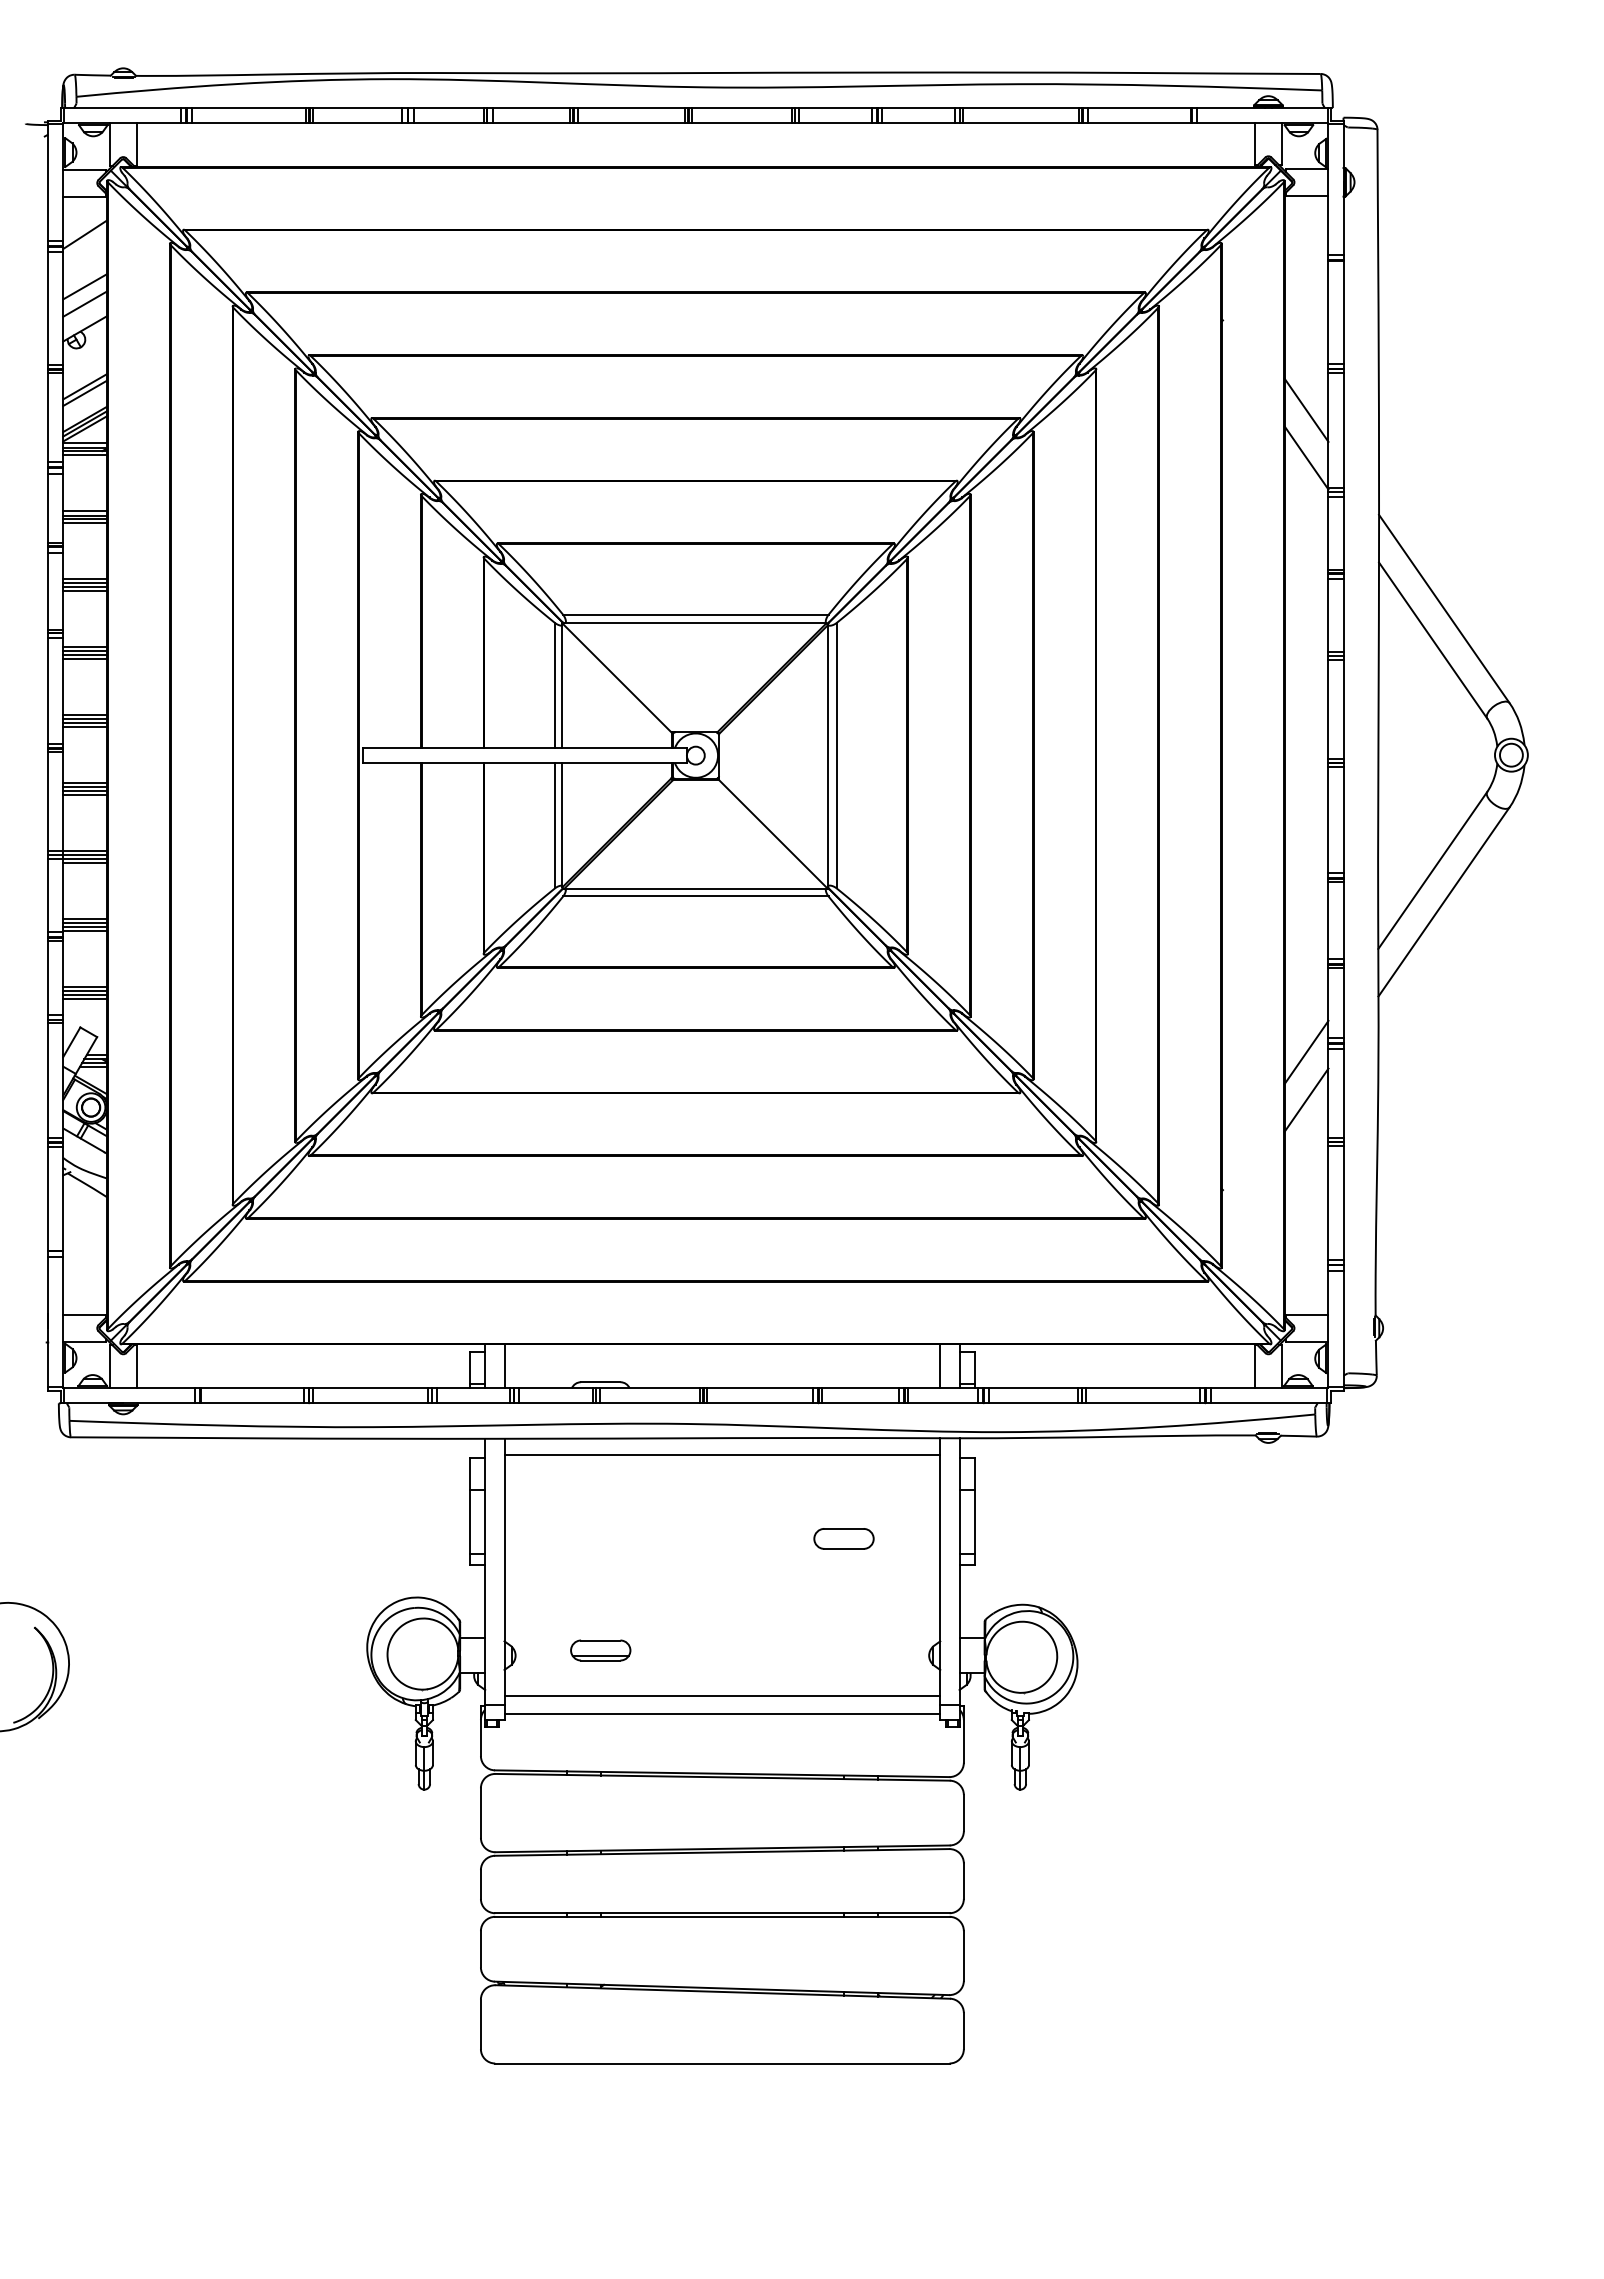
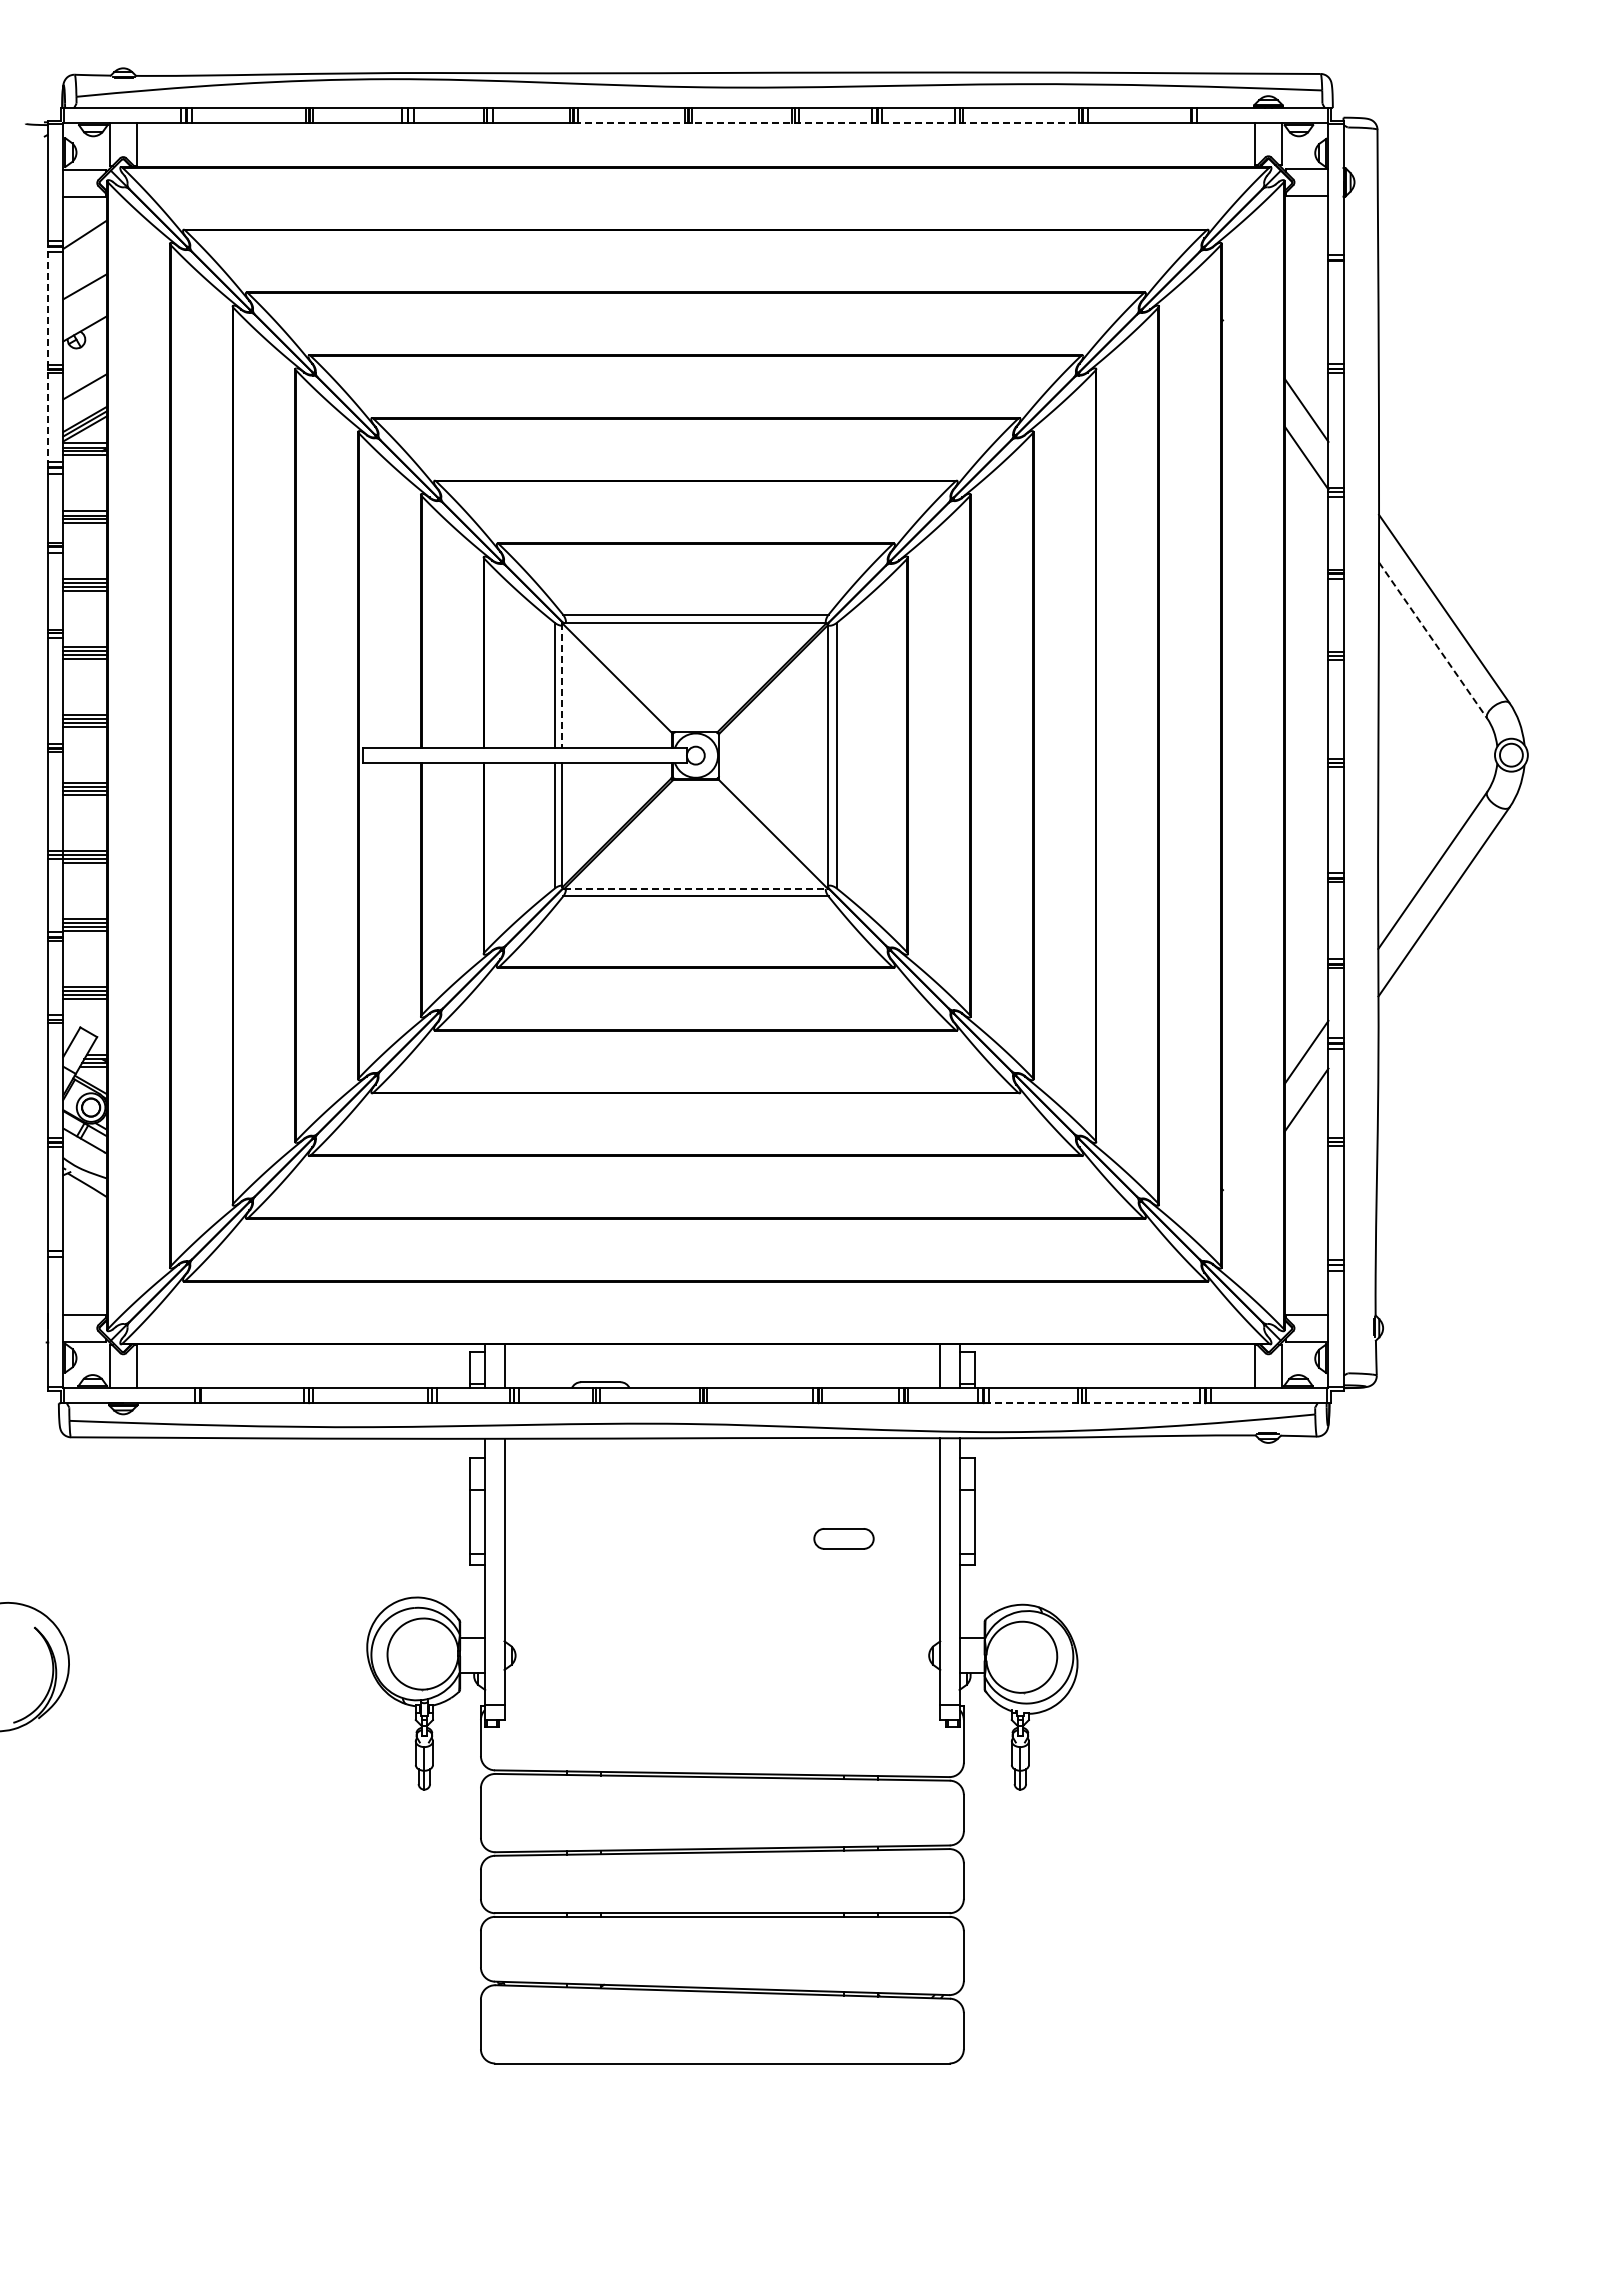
line at (828, 123): solid -> dashed
line at (85, 303): present -> none
line at (48, 356): solid -> dashed
line at (85, 392): present -> none
line at (1433, 640): solid -> dashed
line at (562, 686): solid -> dashed
line at (696, 889): solid -> dashed
line at (1095, 1403): solid -> dashed
line at (722, 1455): present -> none
part at (600, 1650): present -> none
line at (722, 1695): present -> none
line at (722, 1713): present -> none
